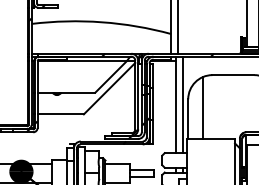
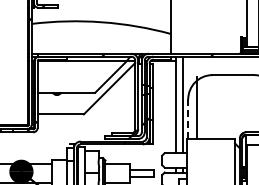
line at (178, 27): present -> none
line at (202, 107) position: (202, 107) -> (196, 107)
line at (188, 118): solid -> dashed
